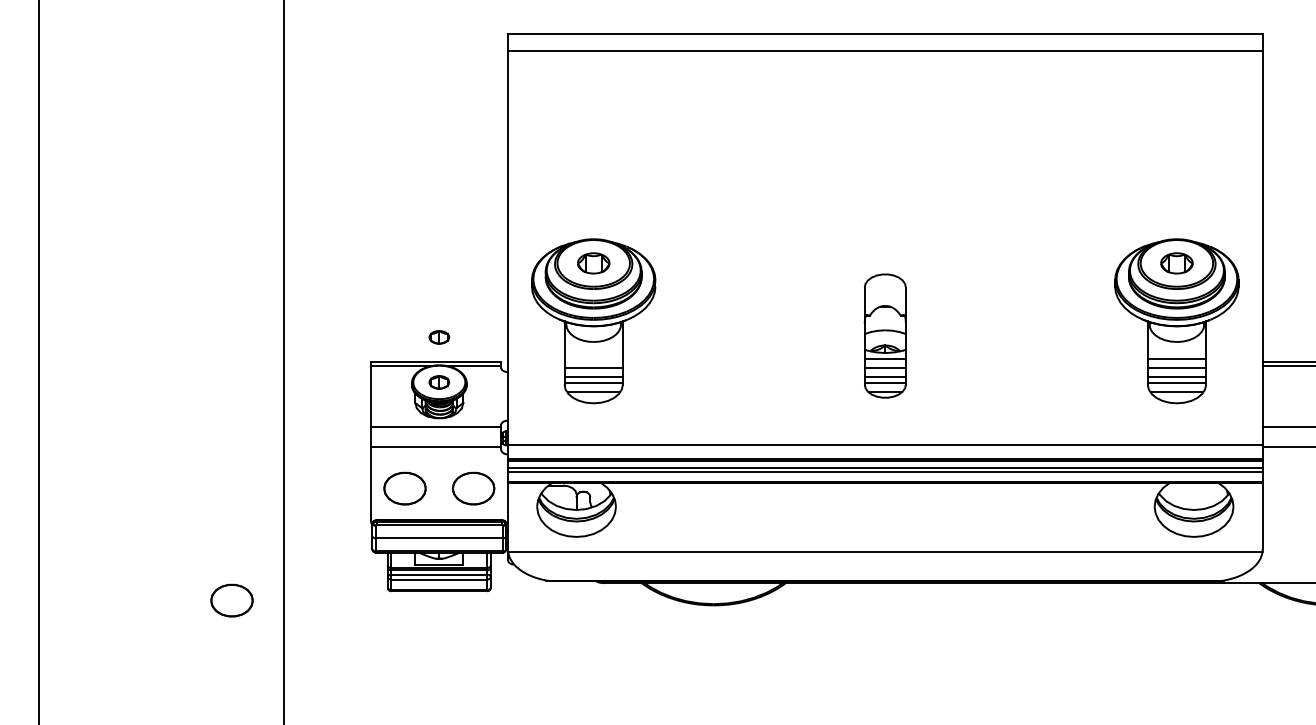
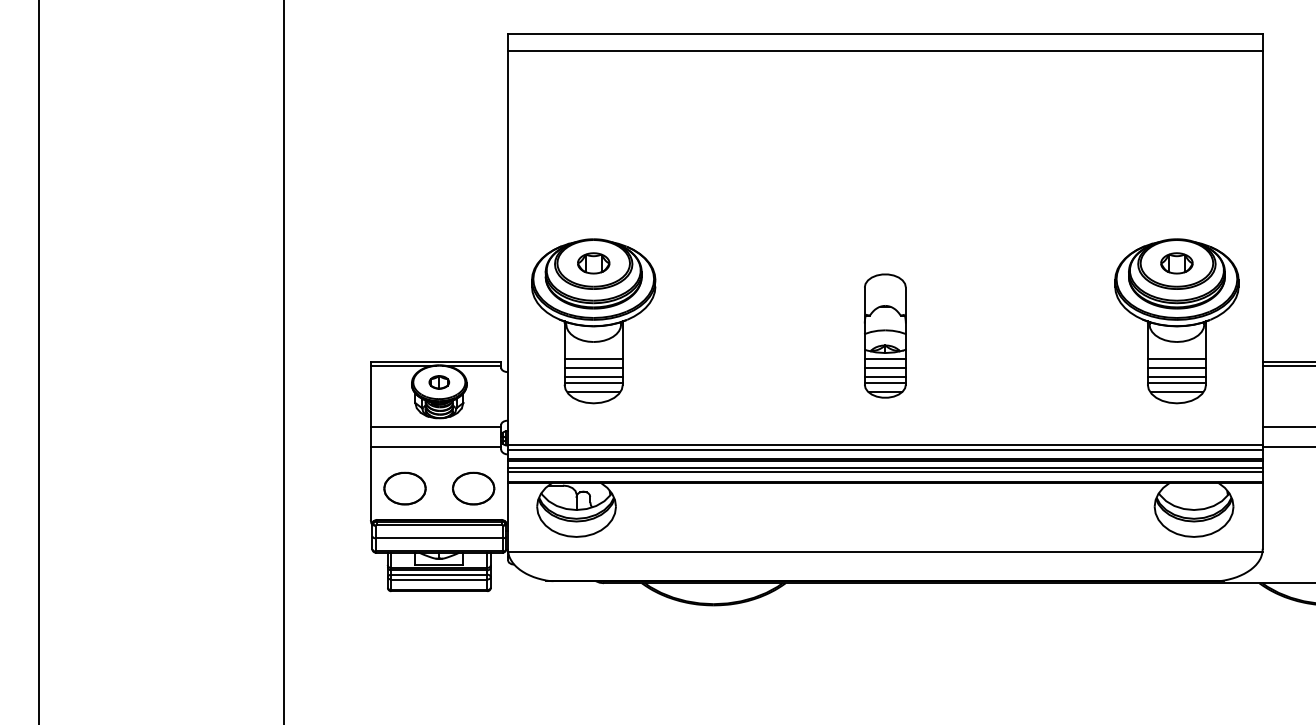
part at (439, 337): present -> none
line at (593, 358): none -> present
line at (884, 450): none -> present
part at (231, 600): present -> none
